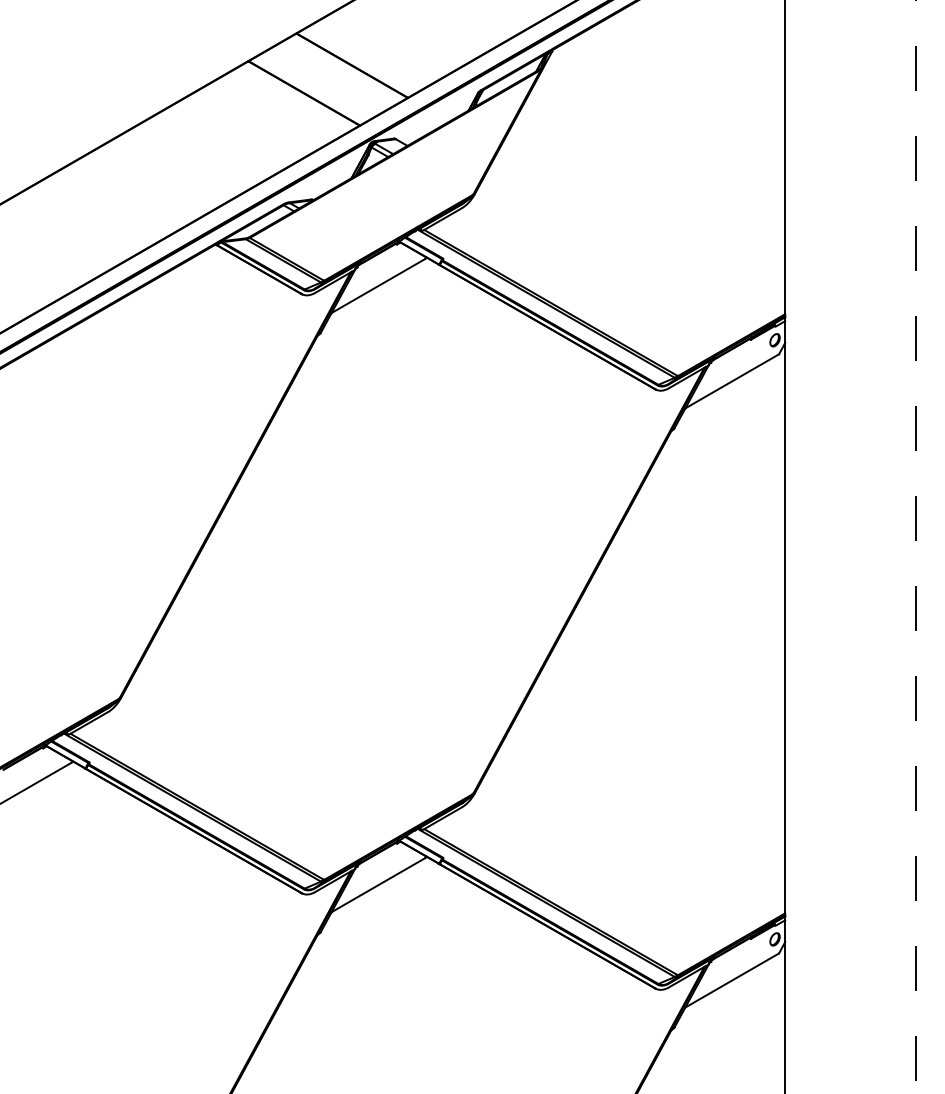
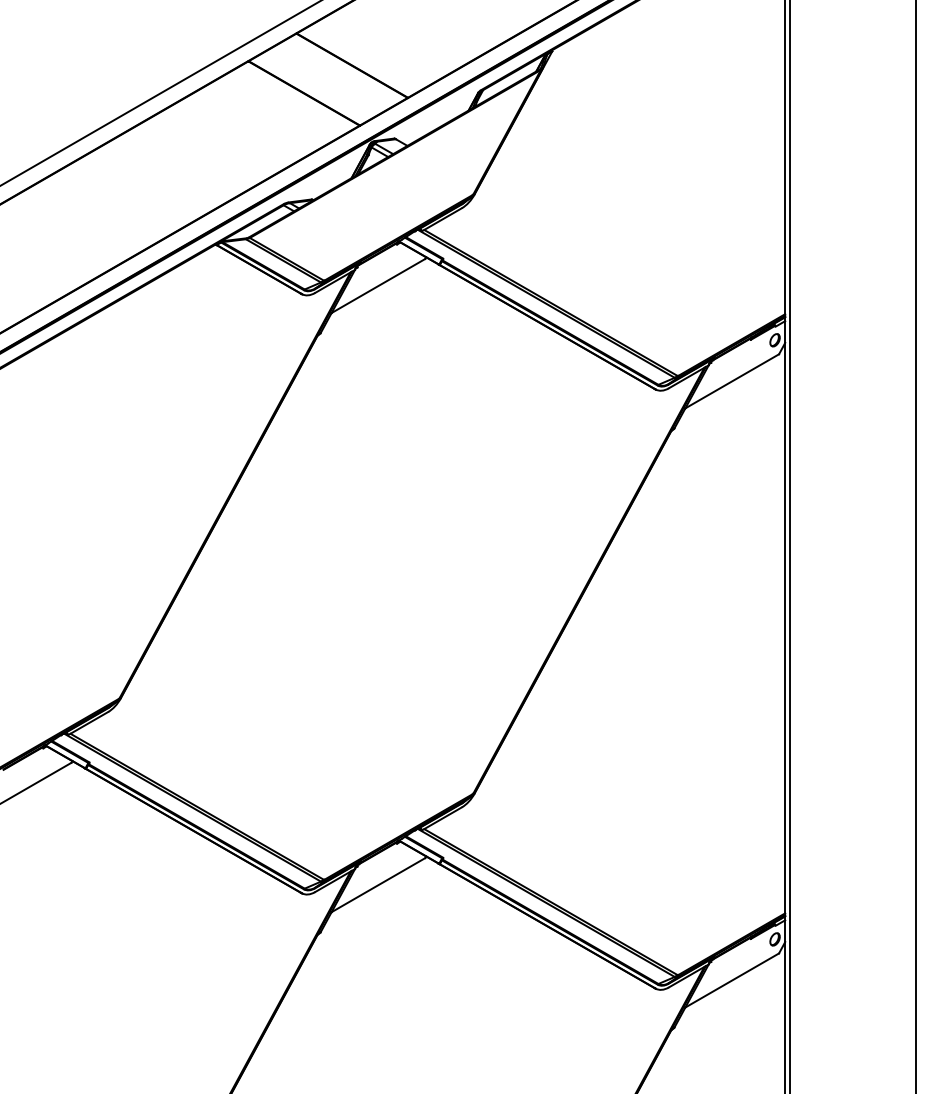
line at (160, 93): none -> present
line at (790, 546): none -> present
line at (915, 546): dashed -> solid
